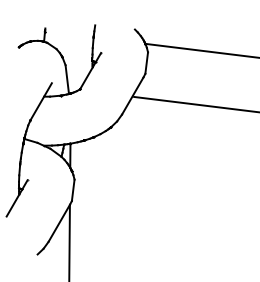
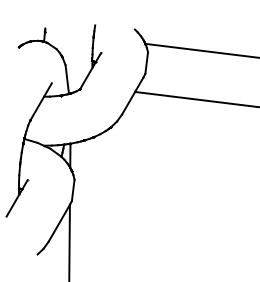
line at (195, 103) position: (195, 103) -> (195, 98)
